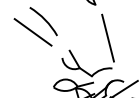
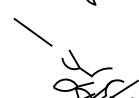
arc at (44, 20): present -> none
line at (107, 37): present -> none
